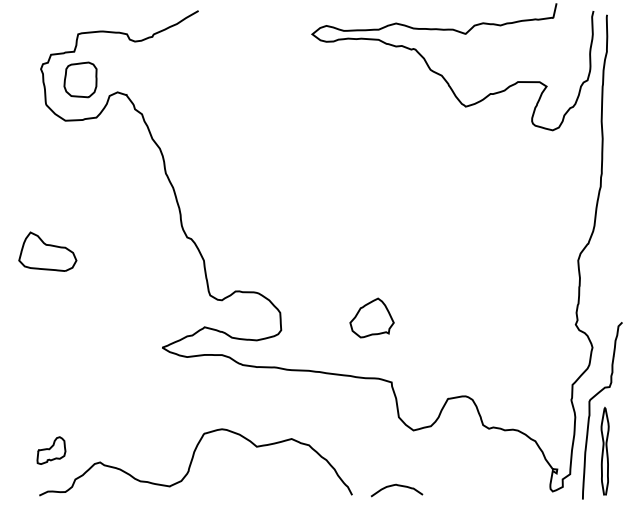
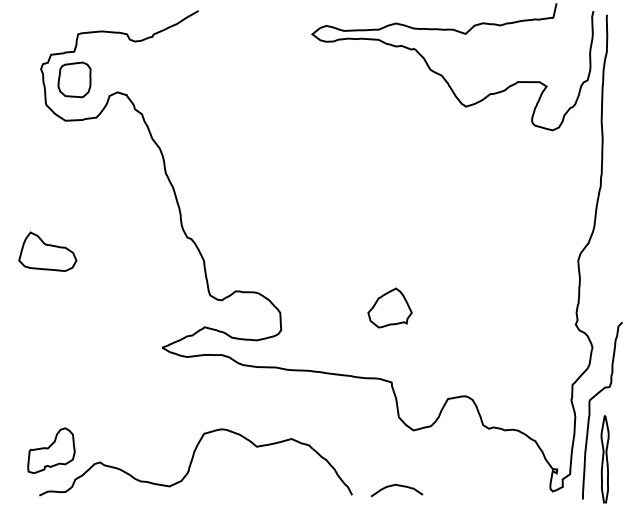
part at (80, 79) position: (80, 79) -> (74, 79)
part at (371, 317) position: (371, 317) -> (389, 307)
part at (51, 450) size: 31x29 px -> 49x47 px
curve at (603, 450) position: (603, 450) -> (603, 458)
